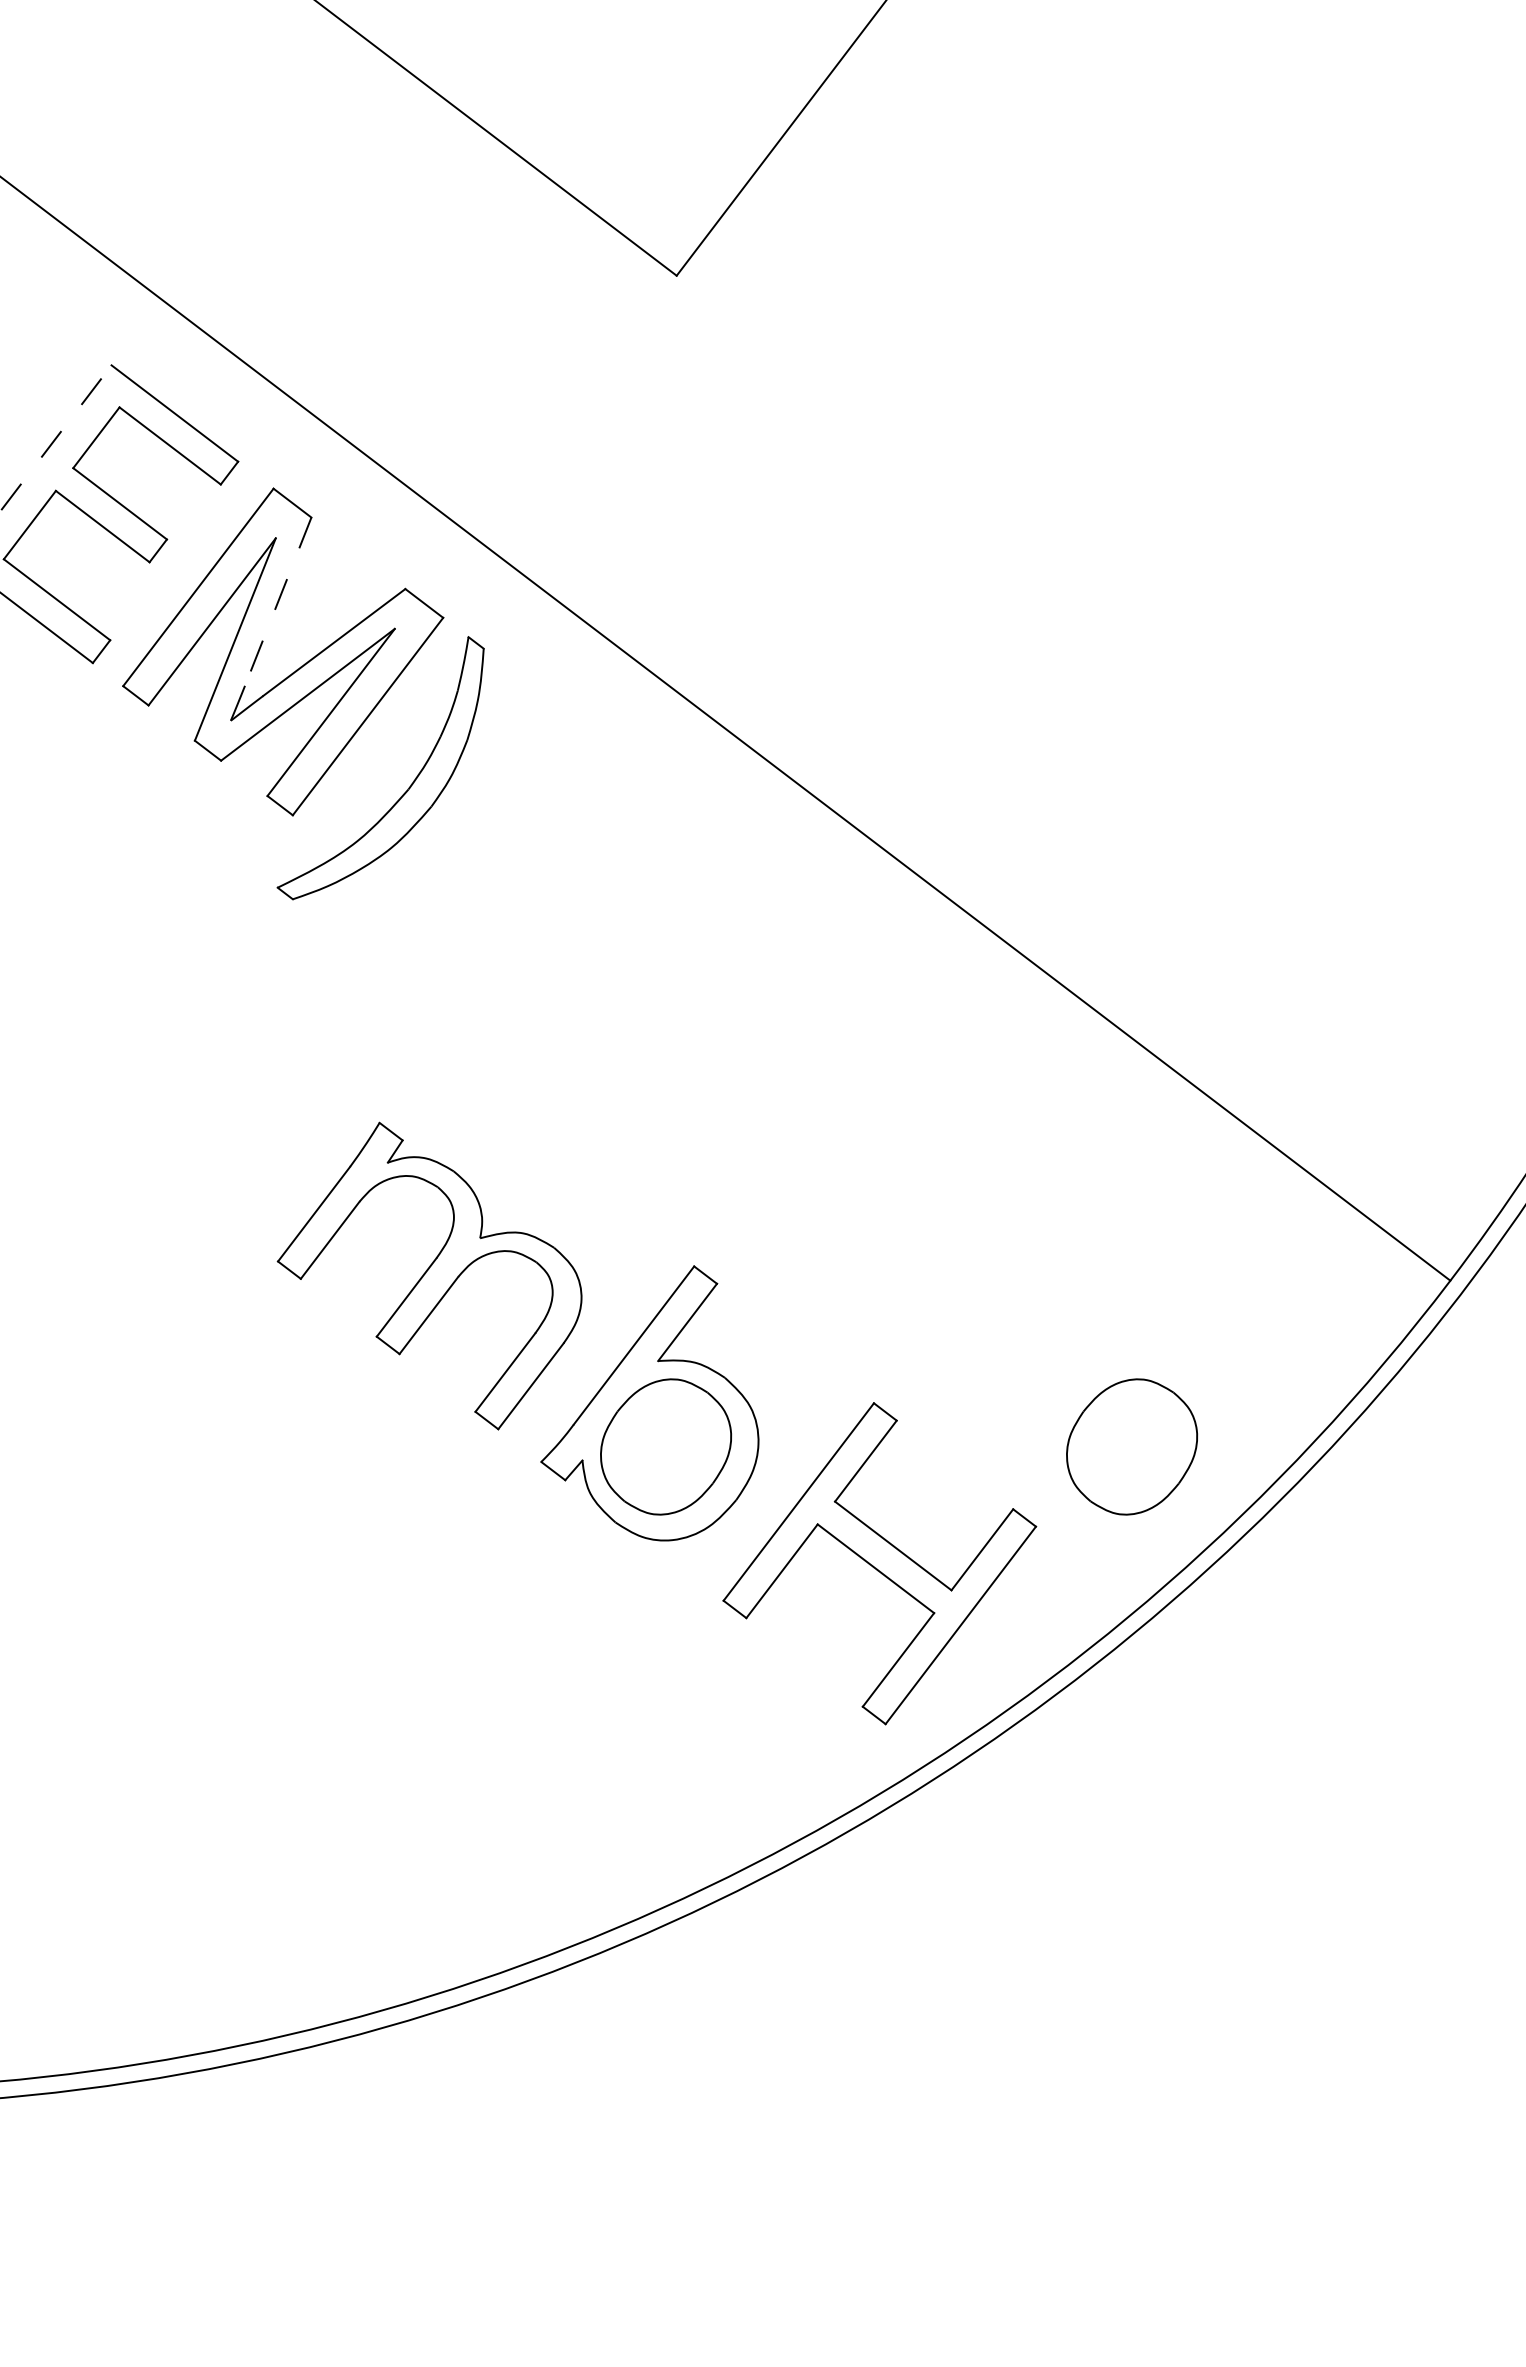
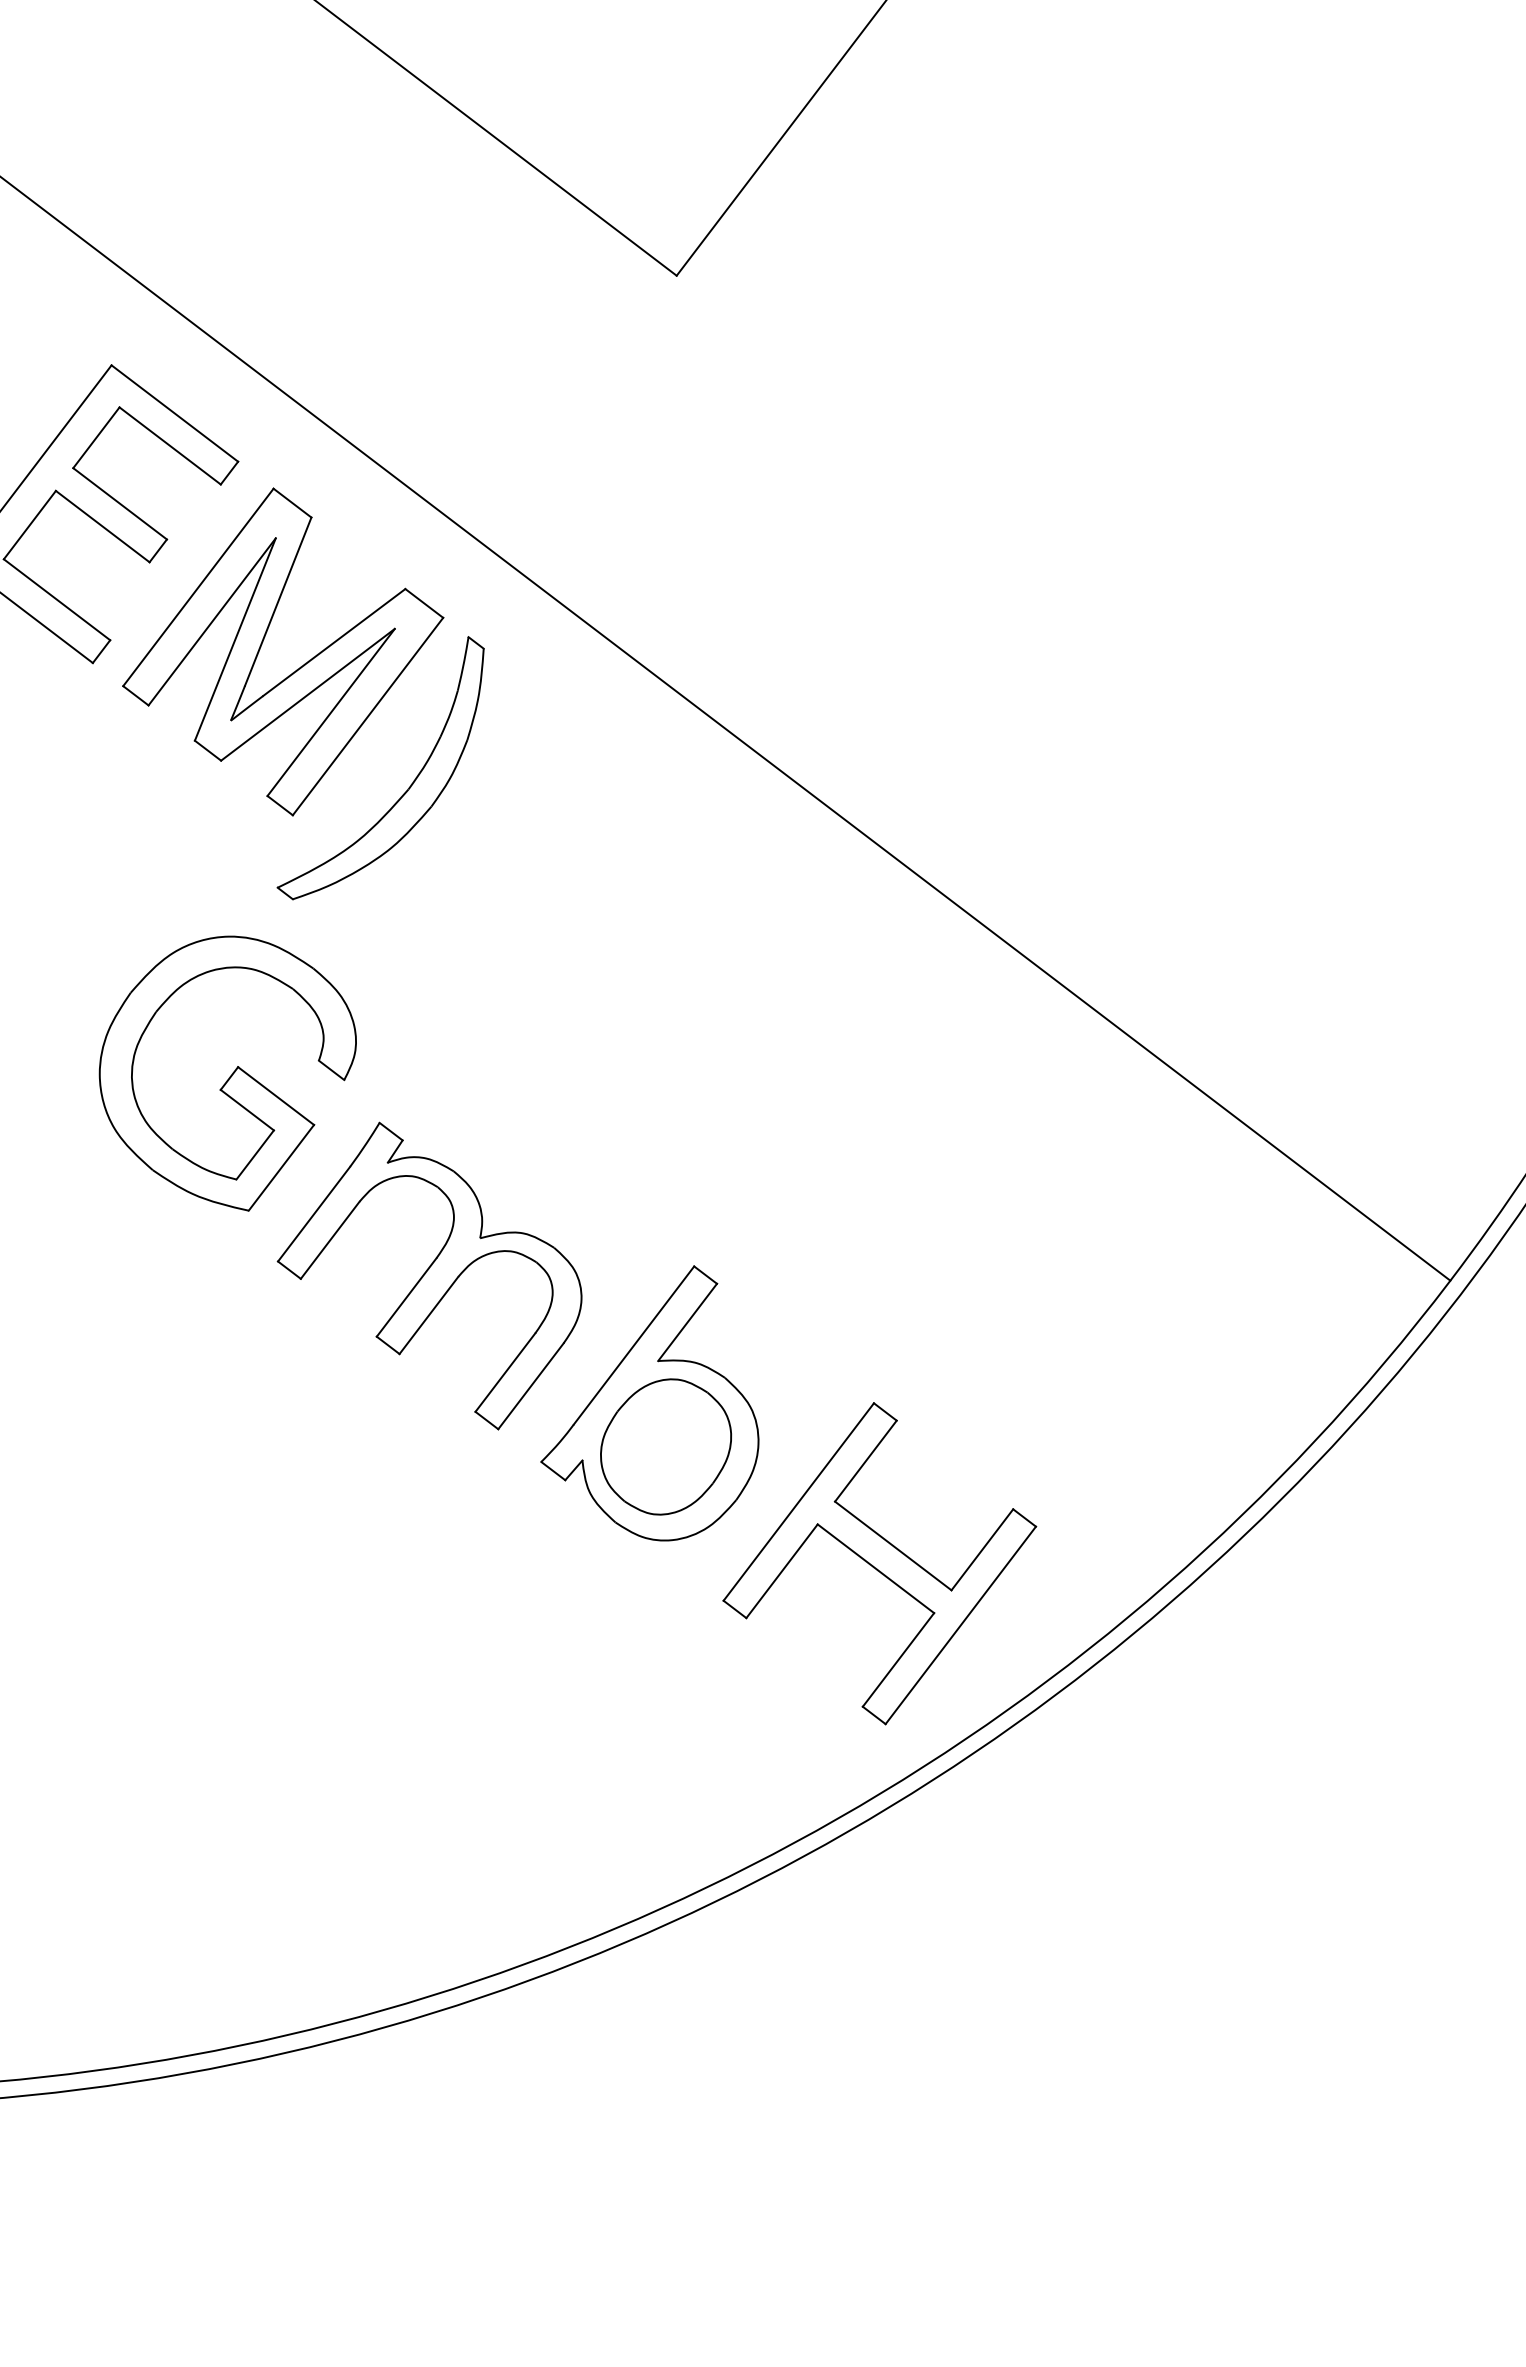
line at (56, 438): dashed -> solid
line at (278, 602): dashed -> solid
part at (227, 1073): none -> present
part at (1132, 1446): present -> none
